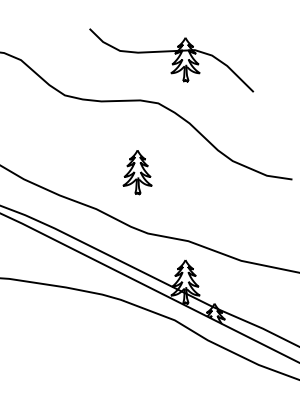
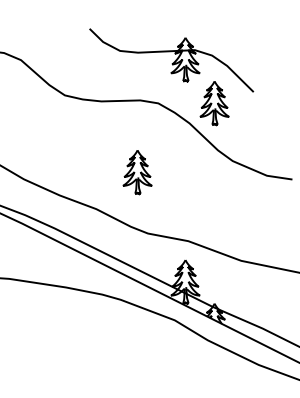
part at (214, 103): none -> present
